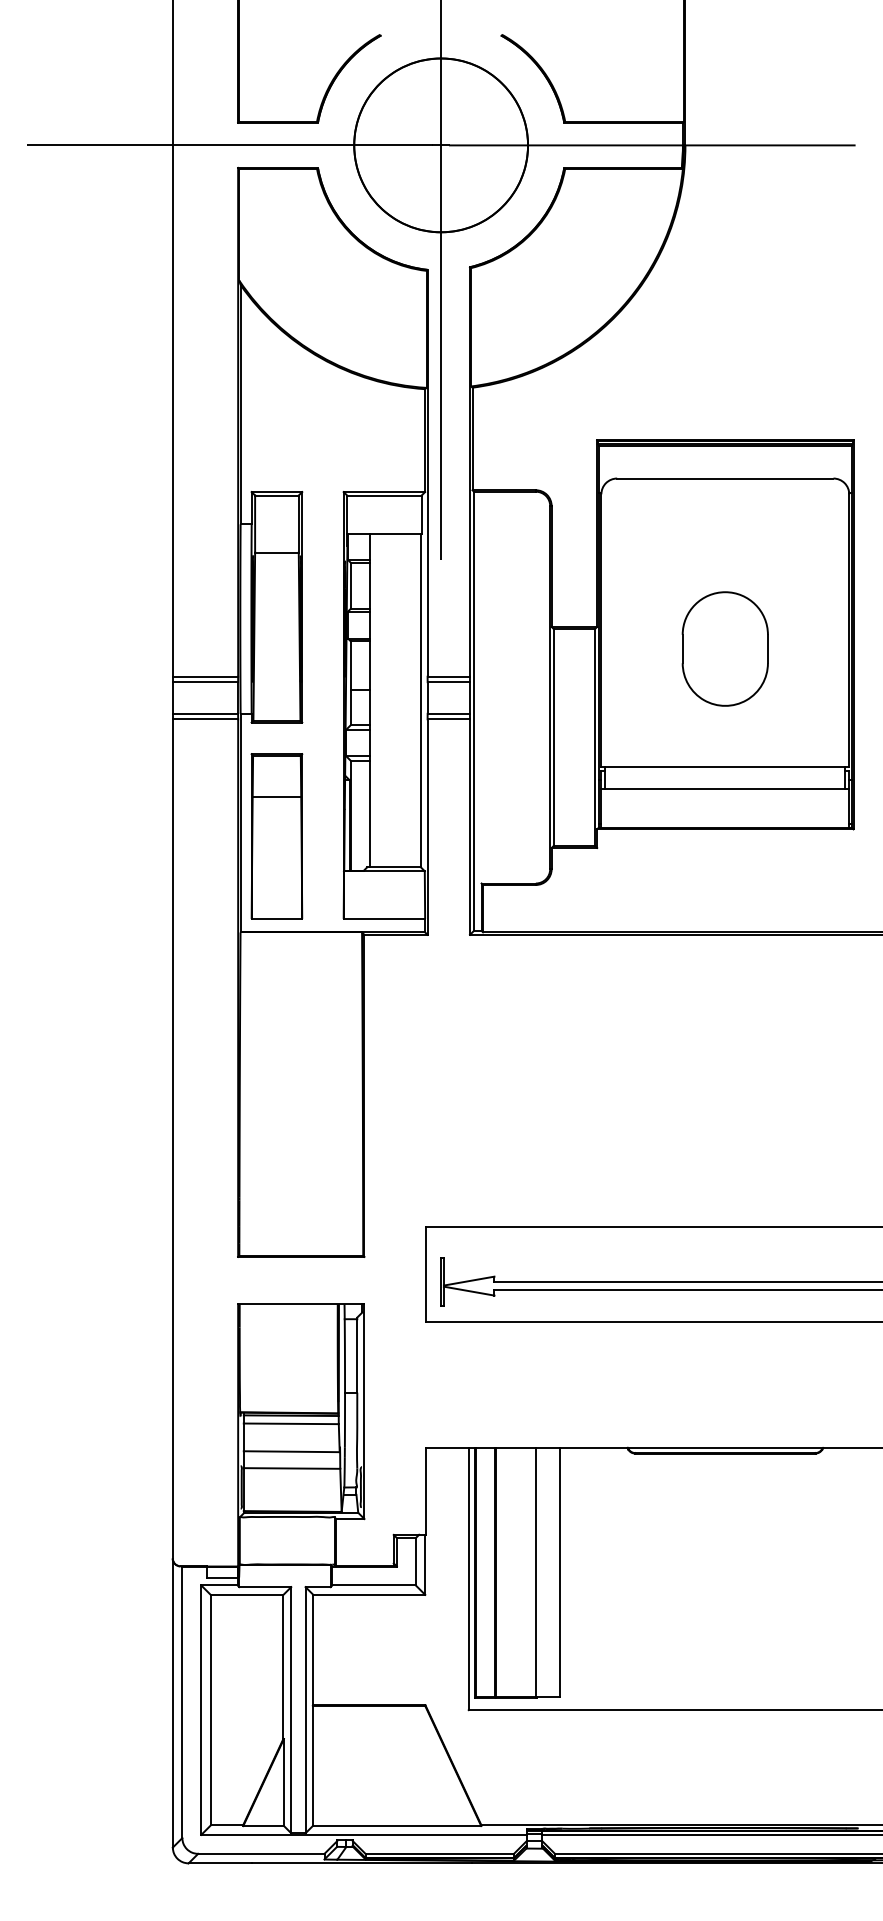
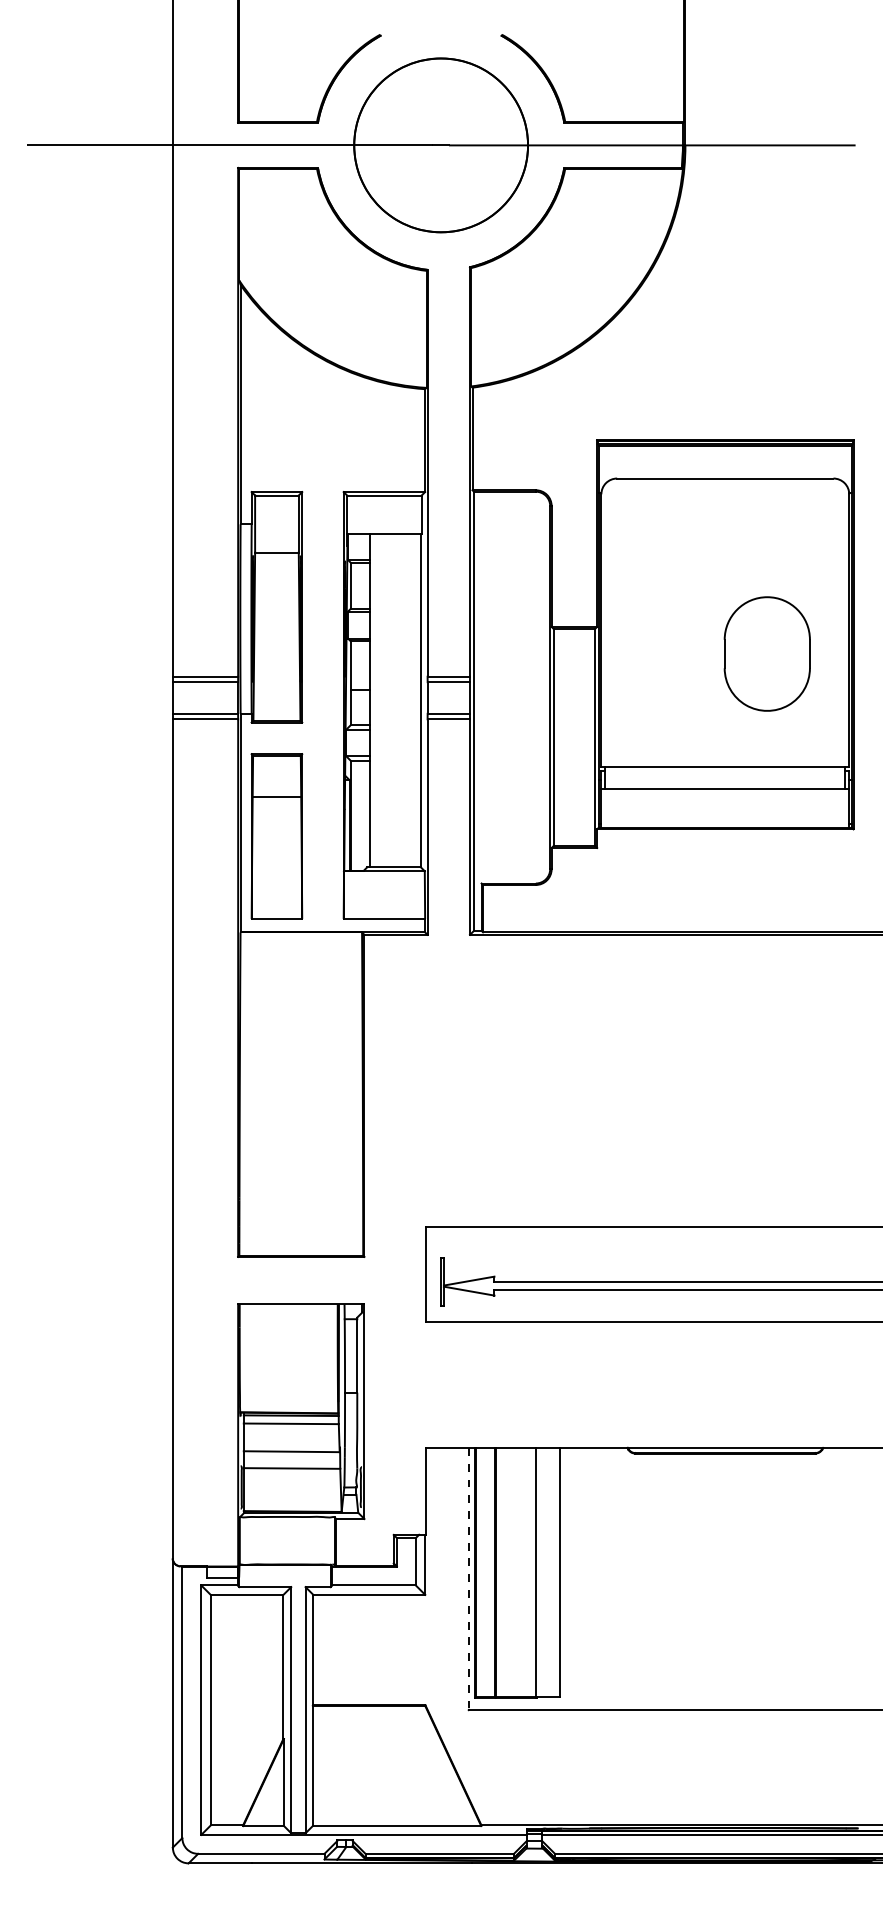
line at (441, 280): present -> none
part at (724, 648) position: (724, 648) -> (766, 653)
line at (468, 1578): solid -> dashed
